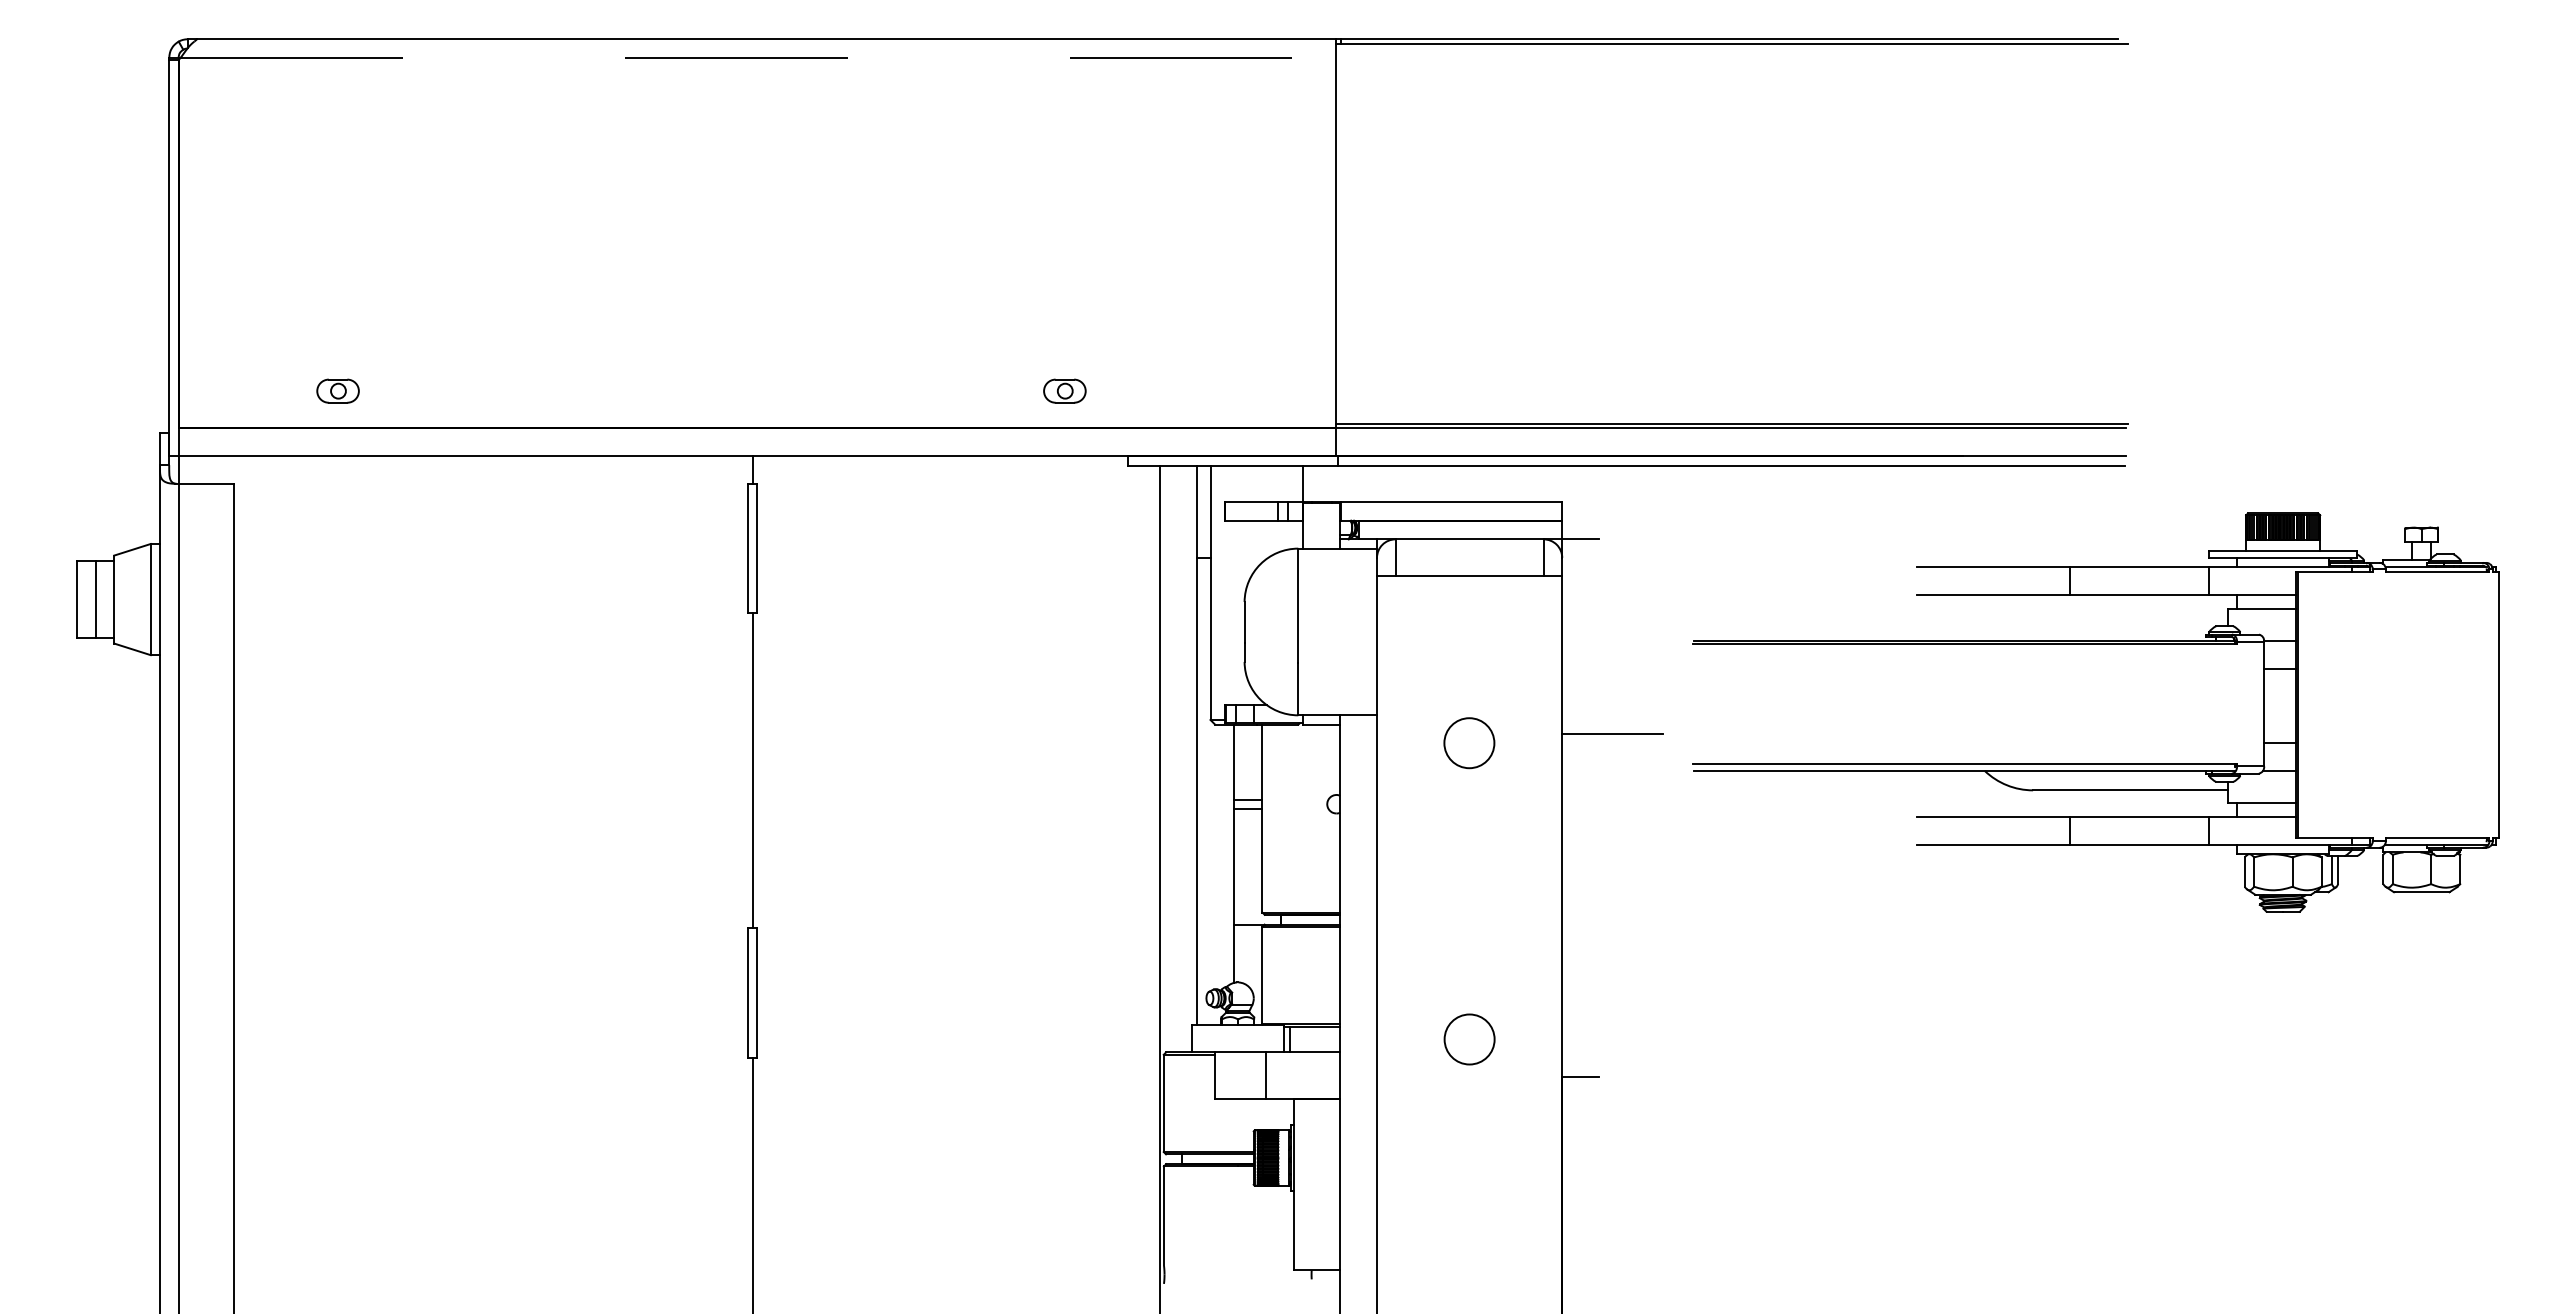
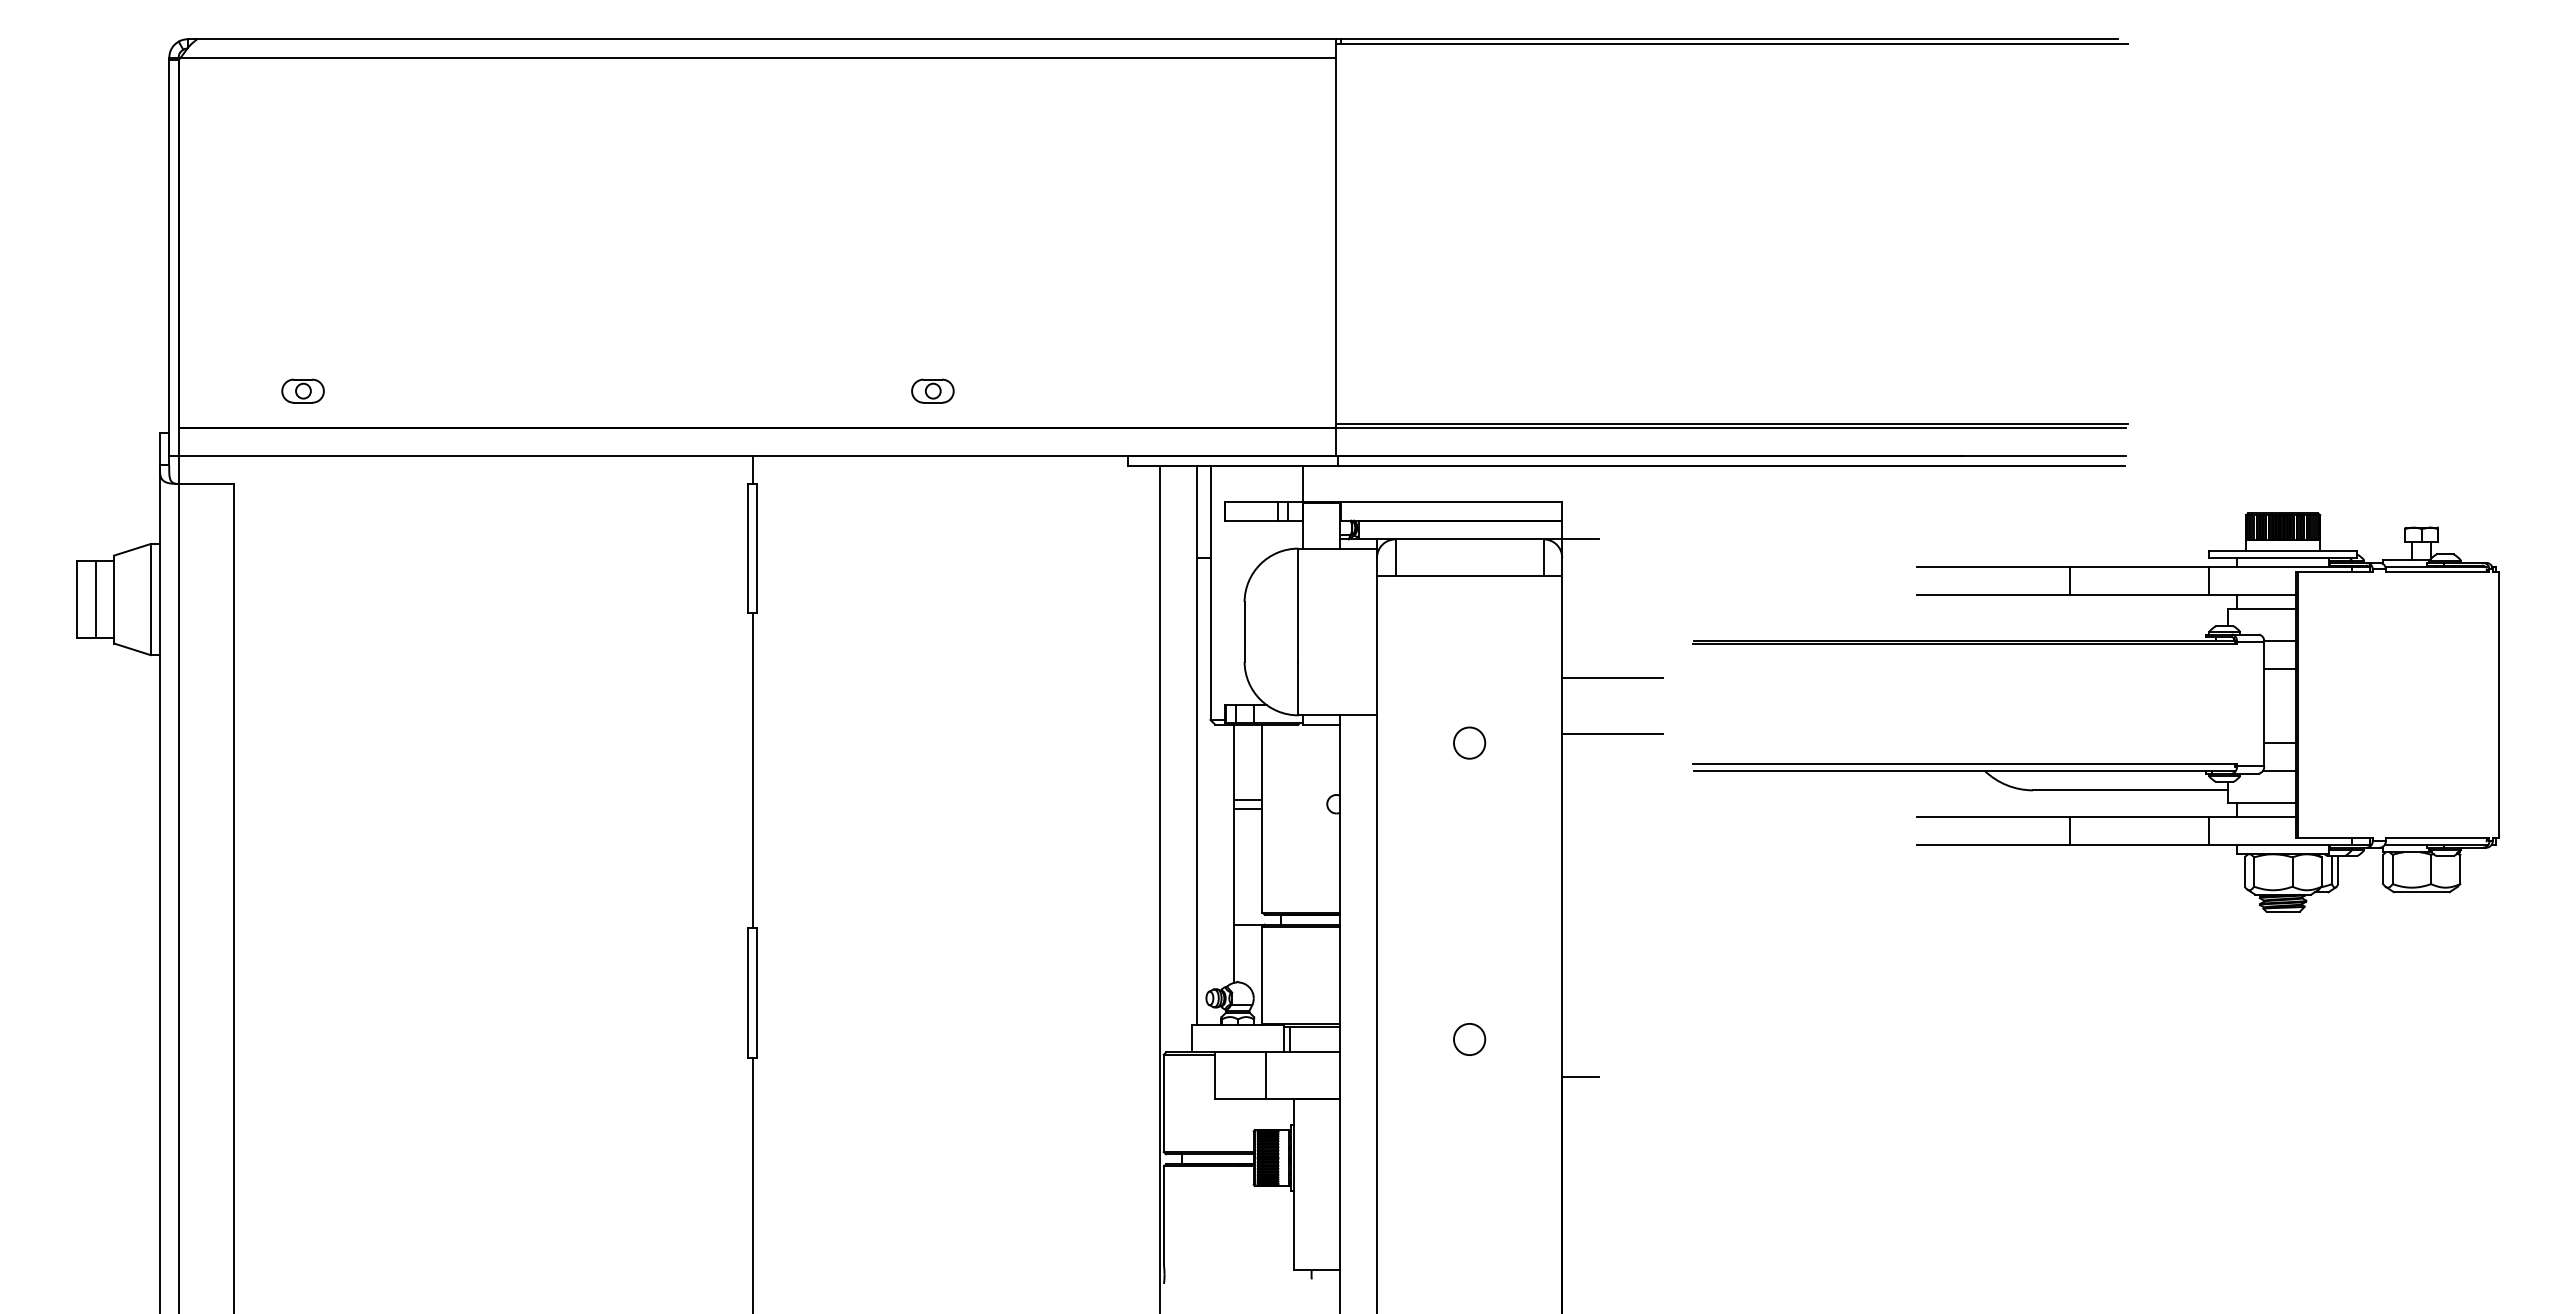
line at (758, 57): dashed -> solid
part at (337, 390) position: (337, 390) -> (302, 390)
part at (1064, 390) position: (1064, 390) -> (932, 390)
line at (1612, 678): none -> present
circle at (1469, 743) size: 53x53 px -> 34x34 px
circle at (1469, 1039) diameter: 50 px -> 31 px
